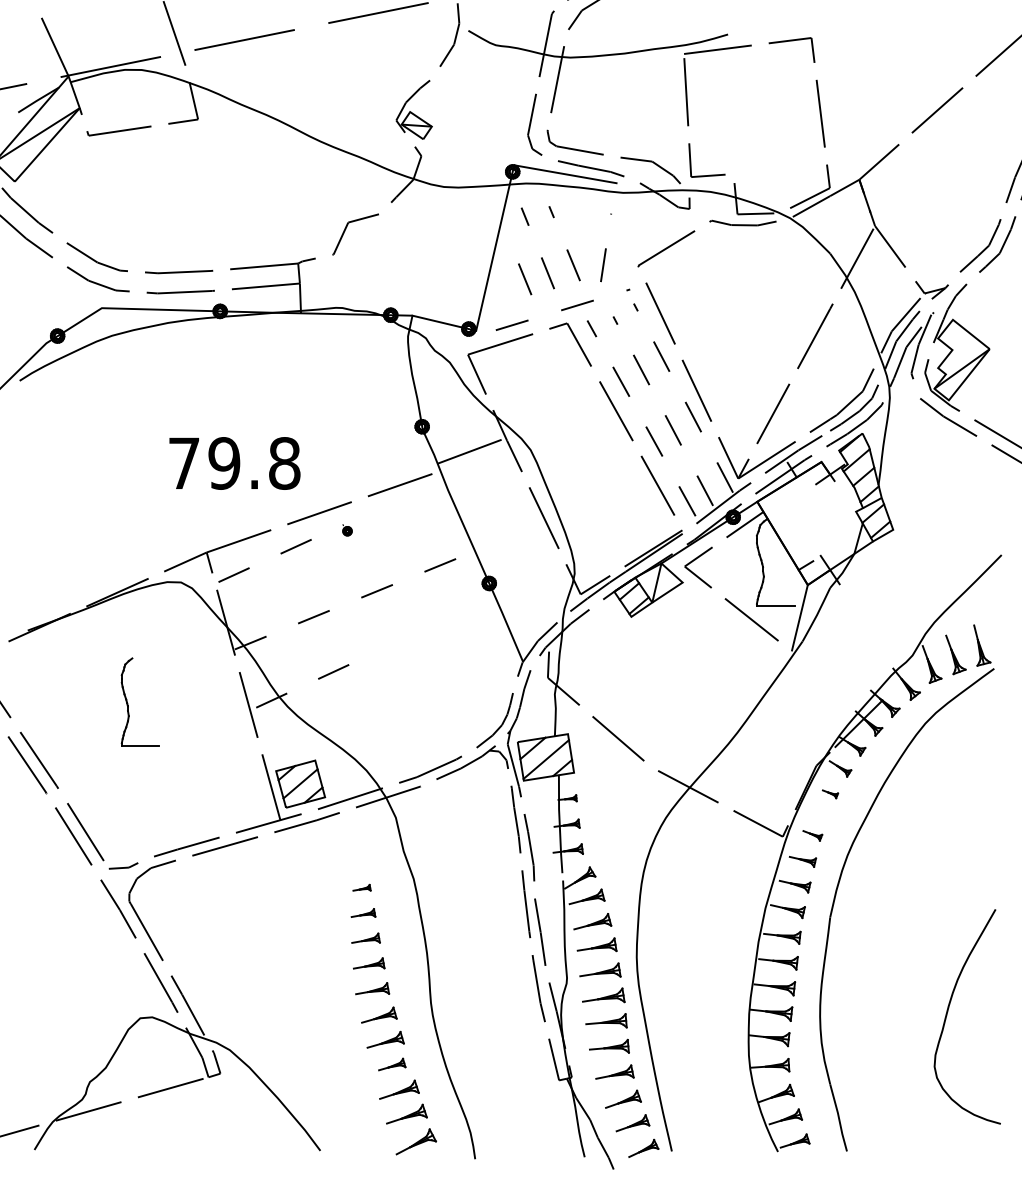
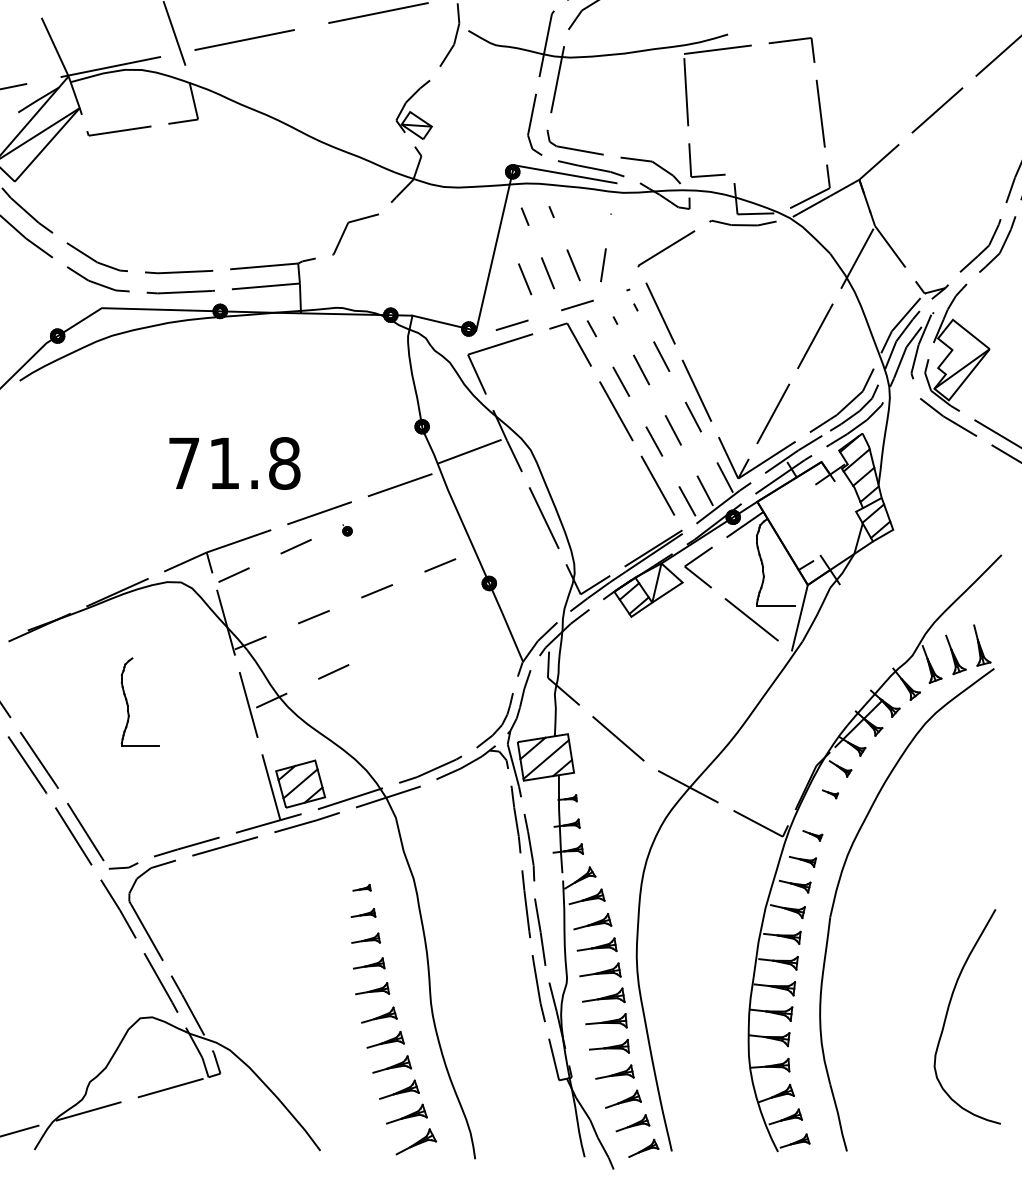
text at (224, 463): 79.8 -> 71.8
part at (392, 1064) size: 29x15 px -> 41x19 px
